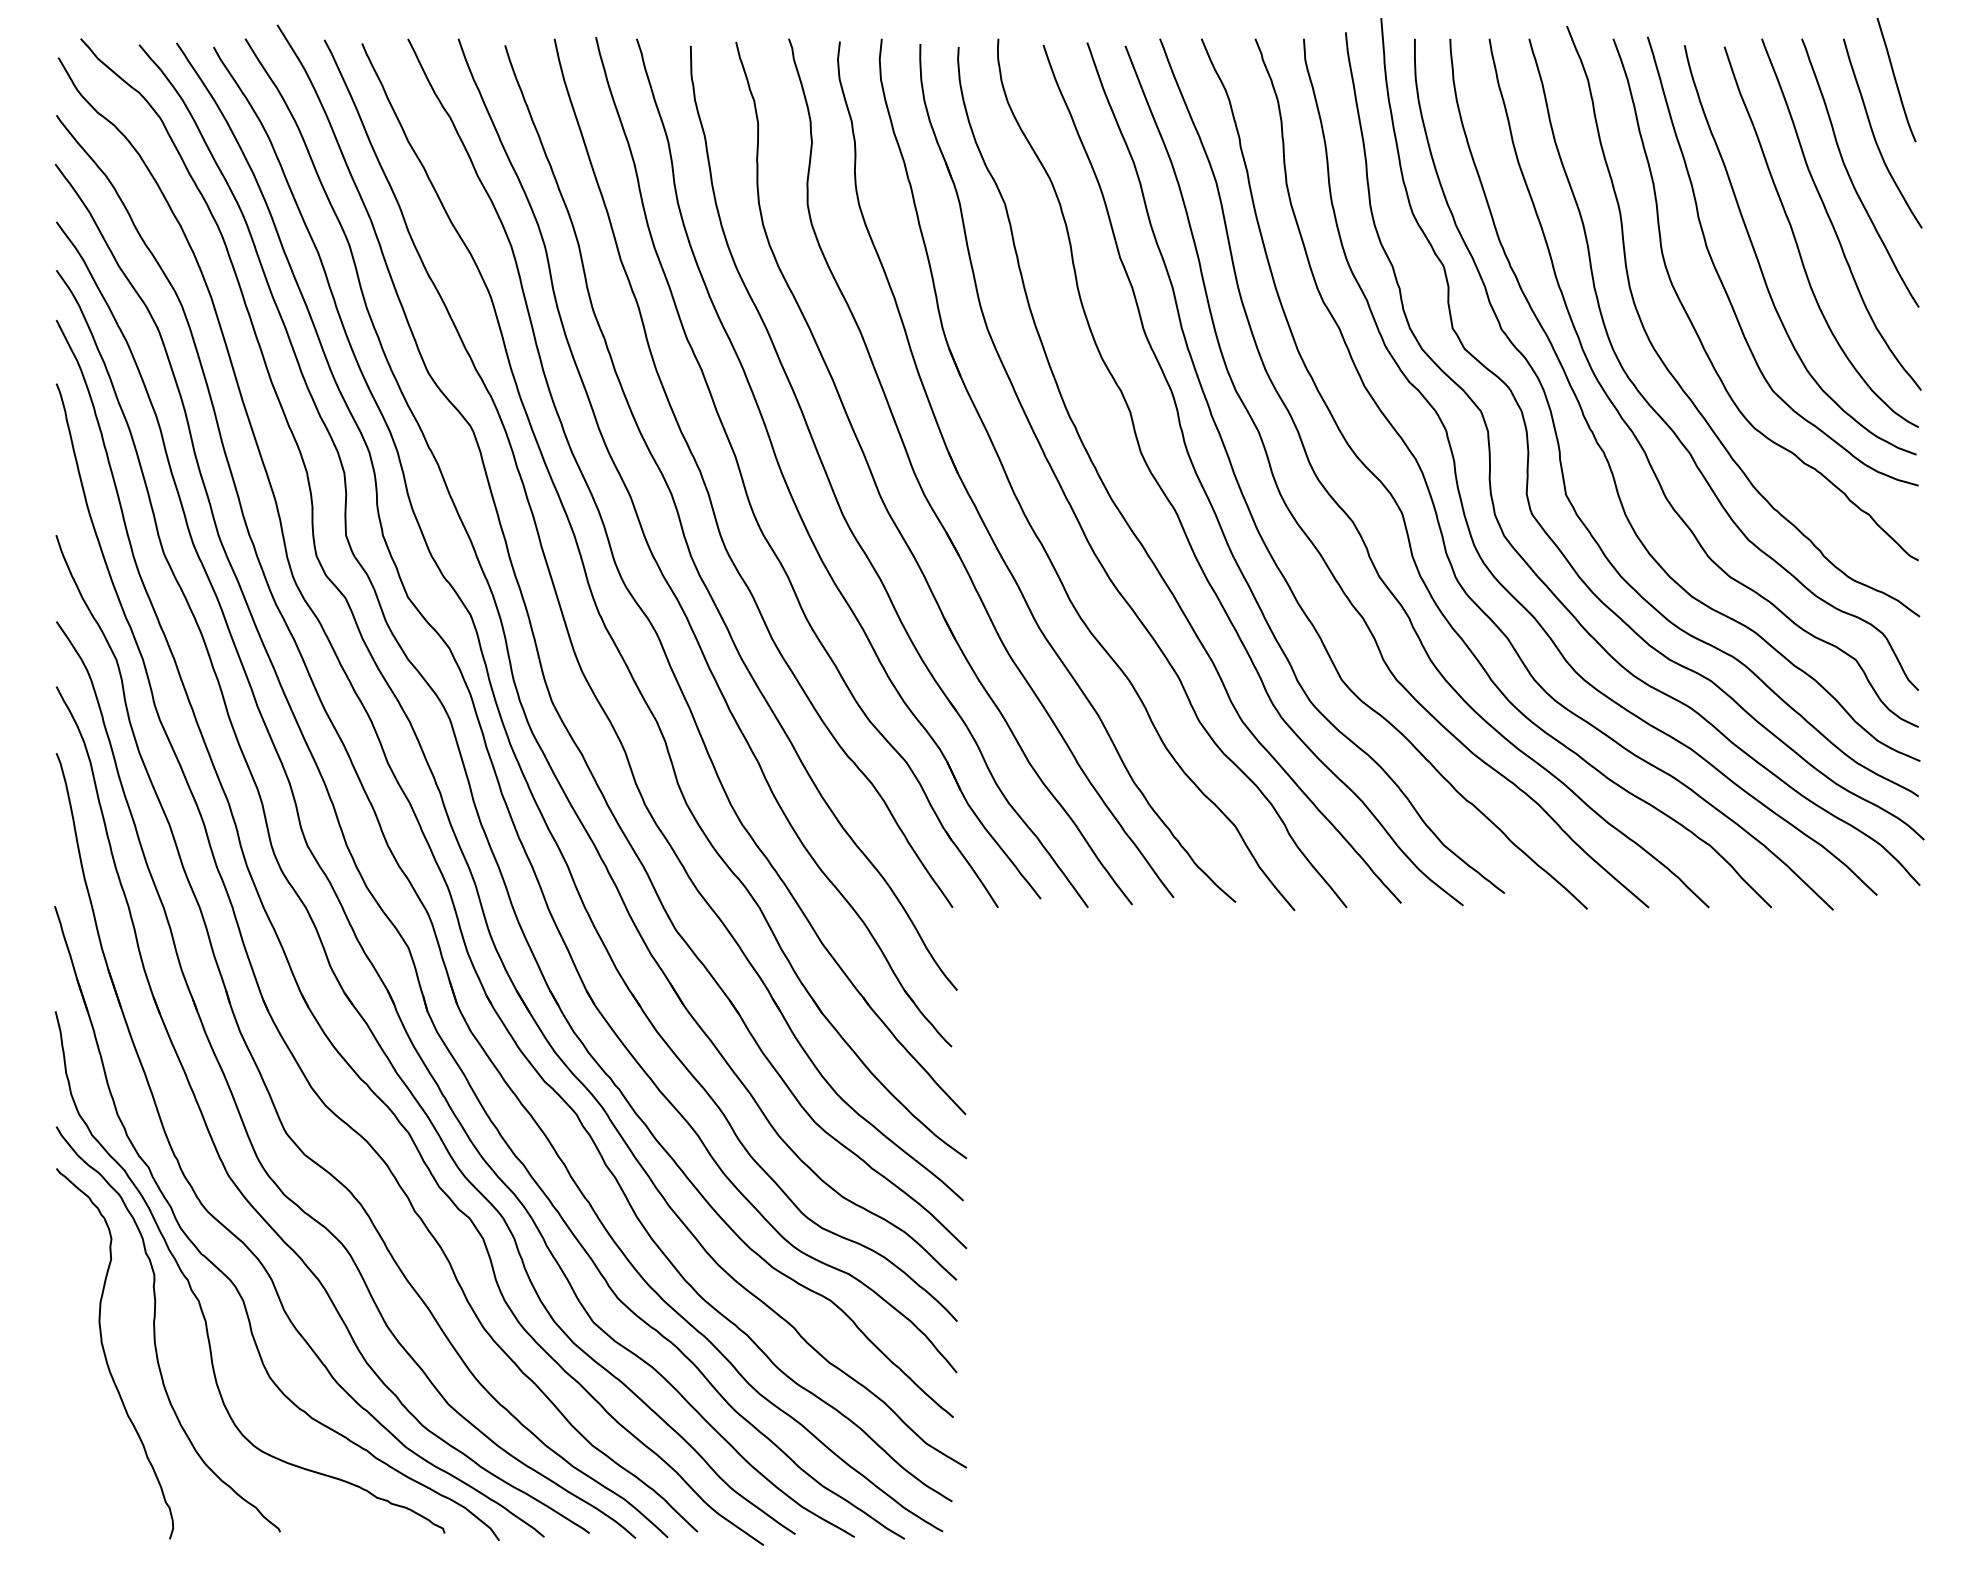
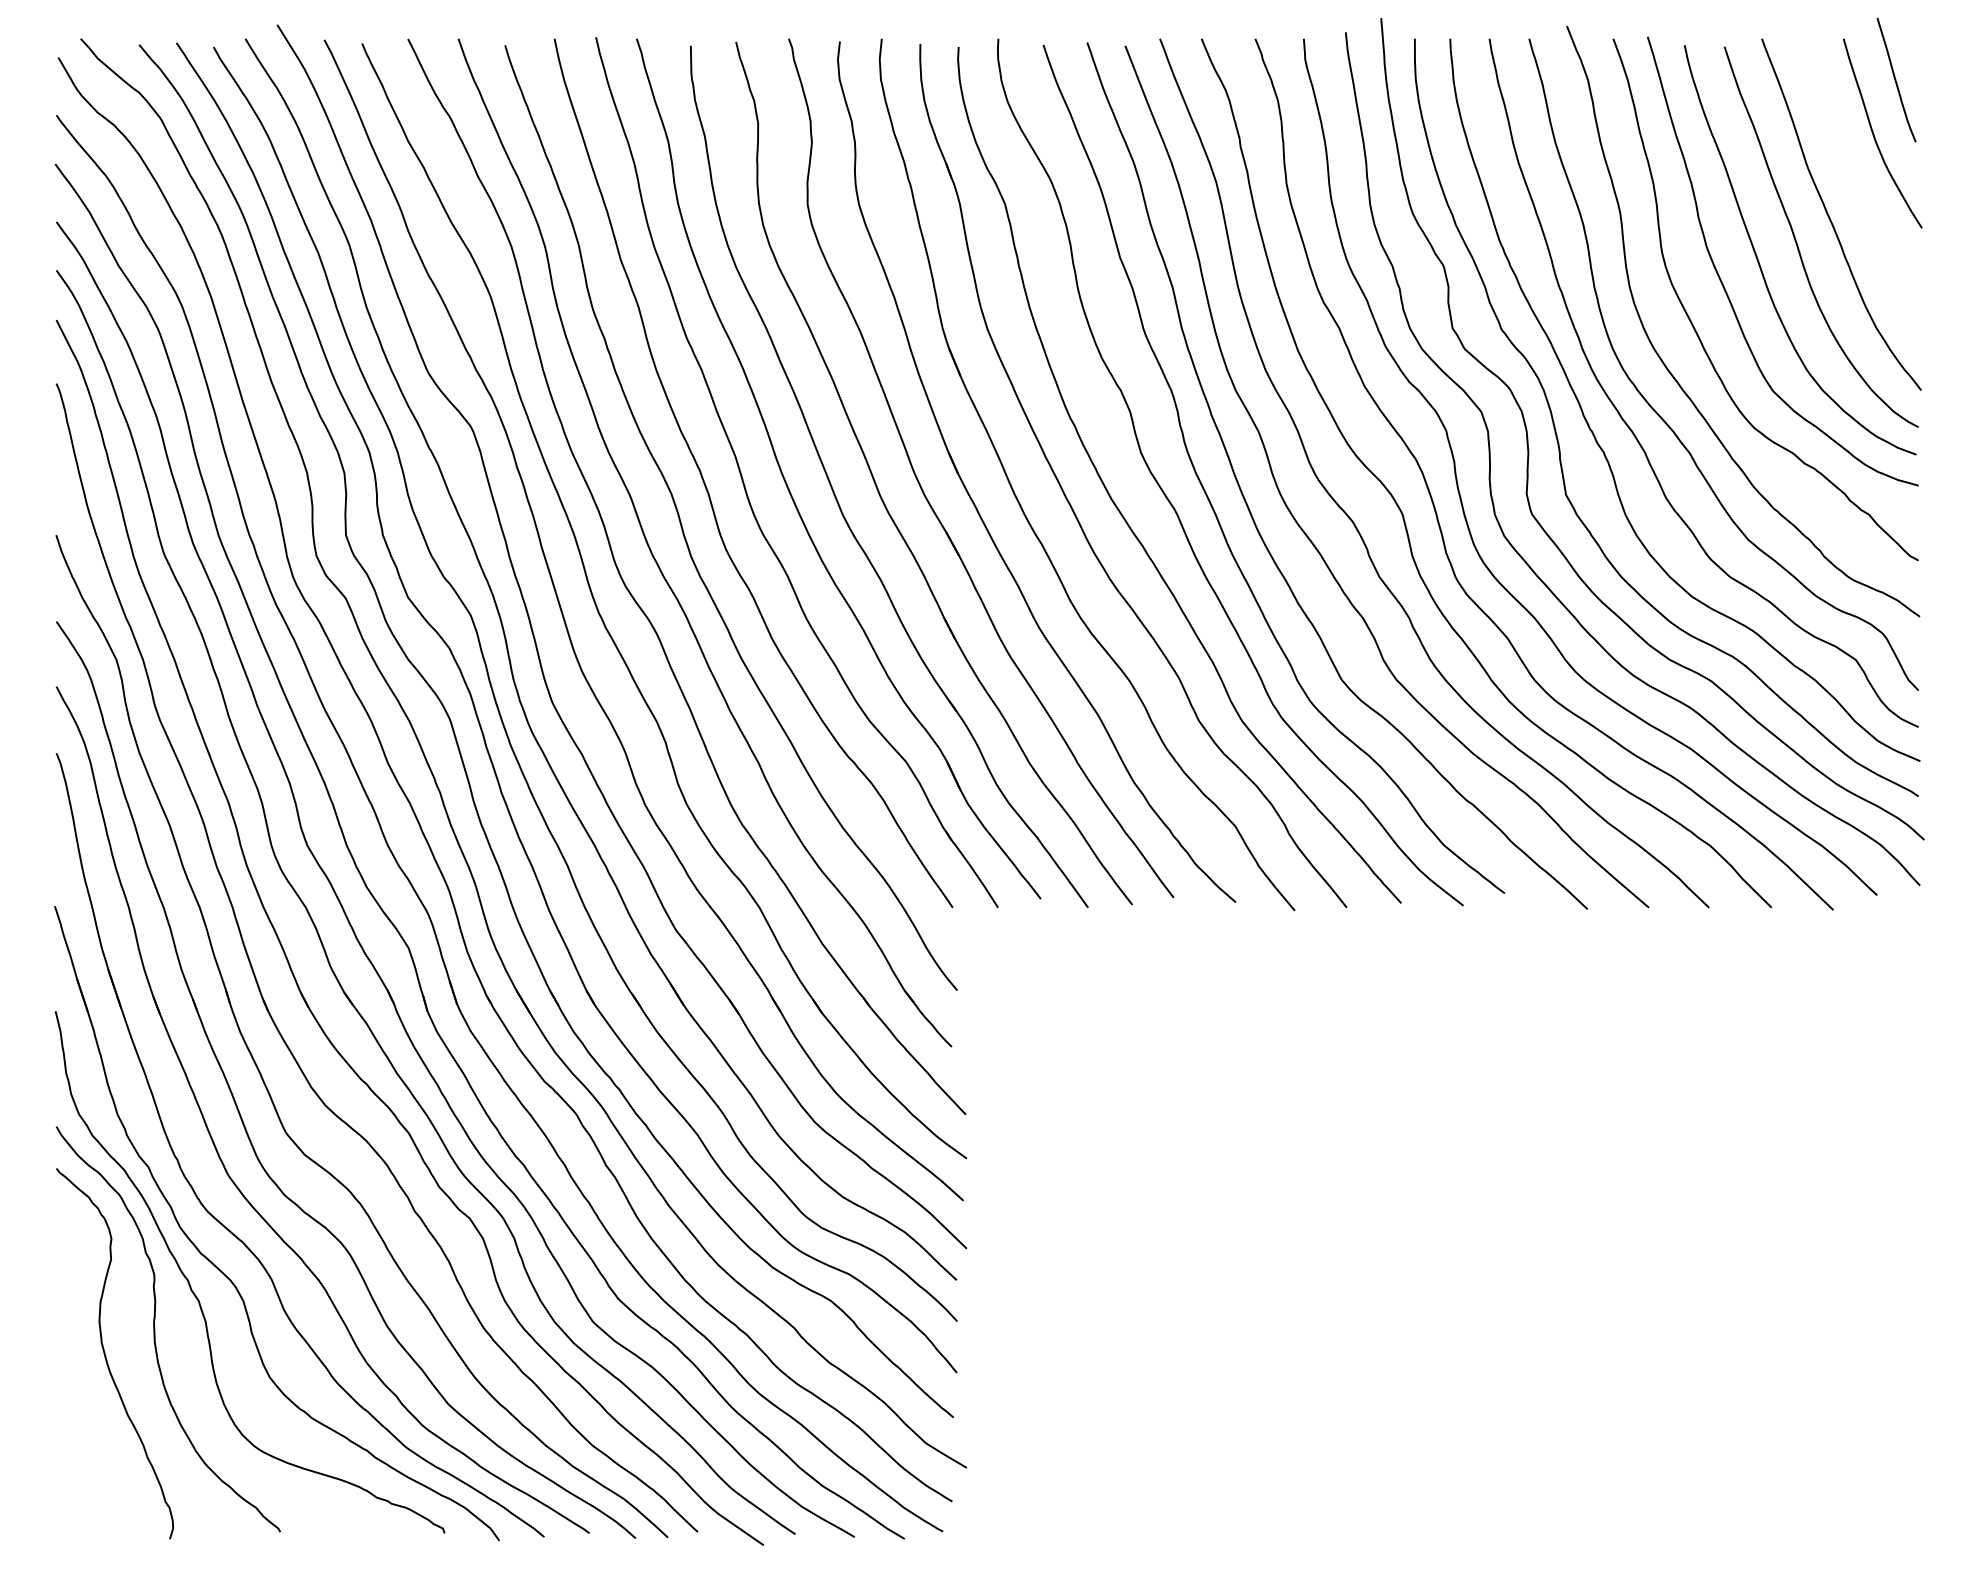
curve at (1850, 176): present -> none
